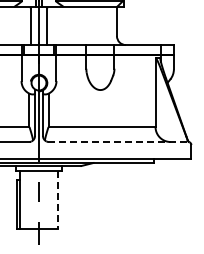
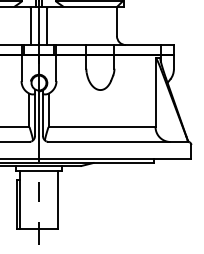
line at (118, 142): dashed -> solid
line at (57, 199): dashed -> solid
